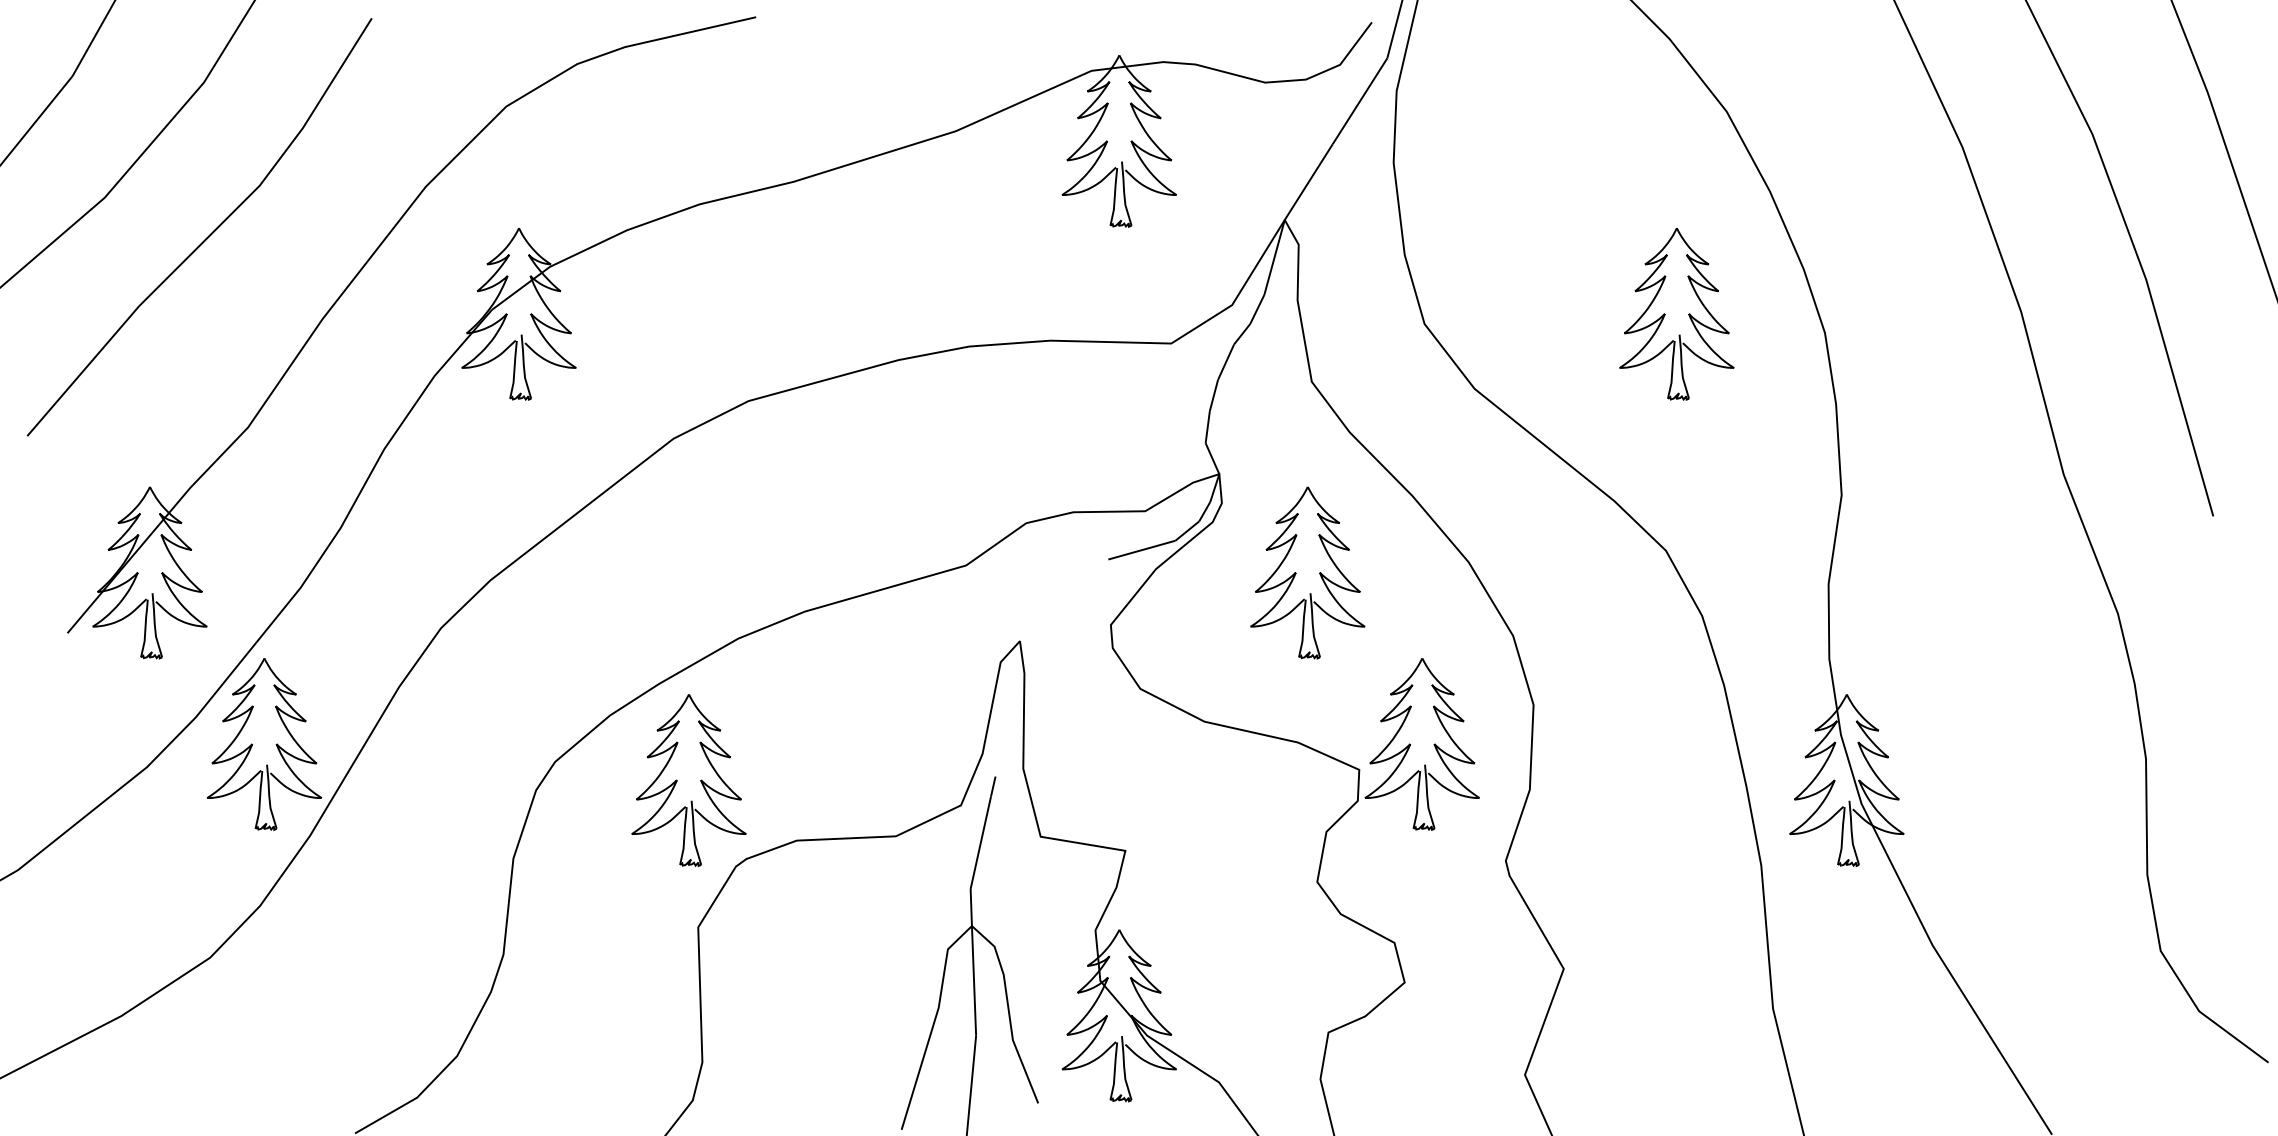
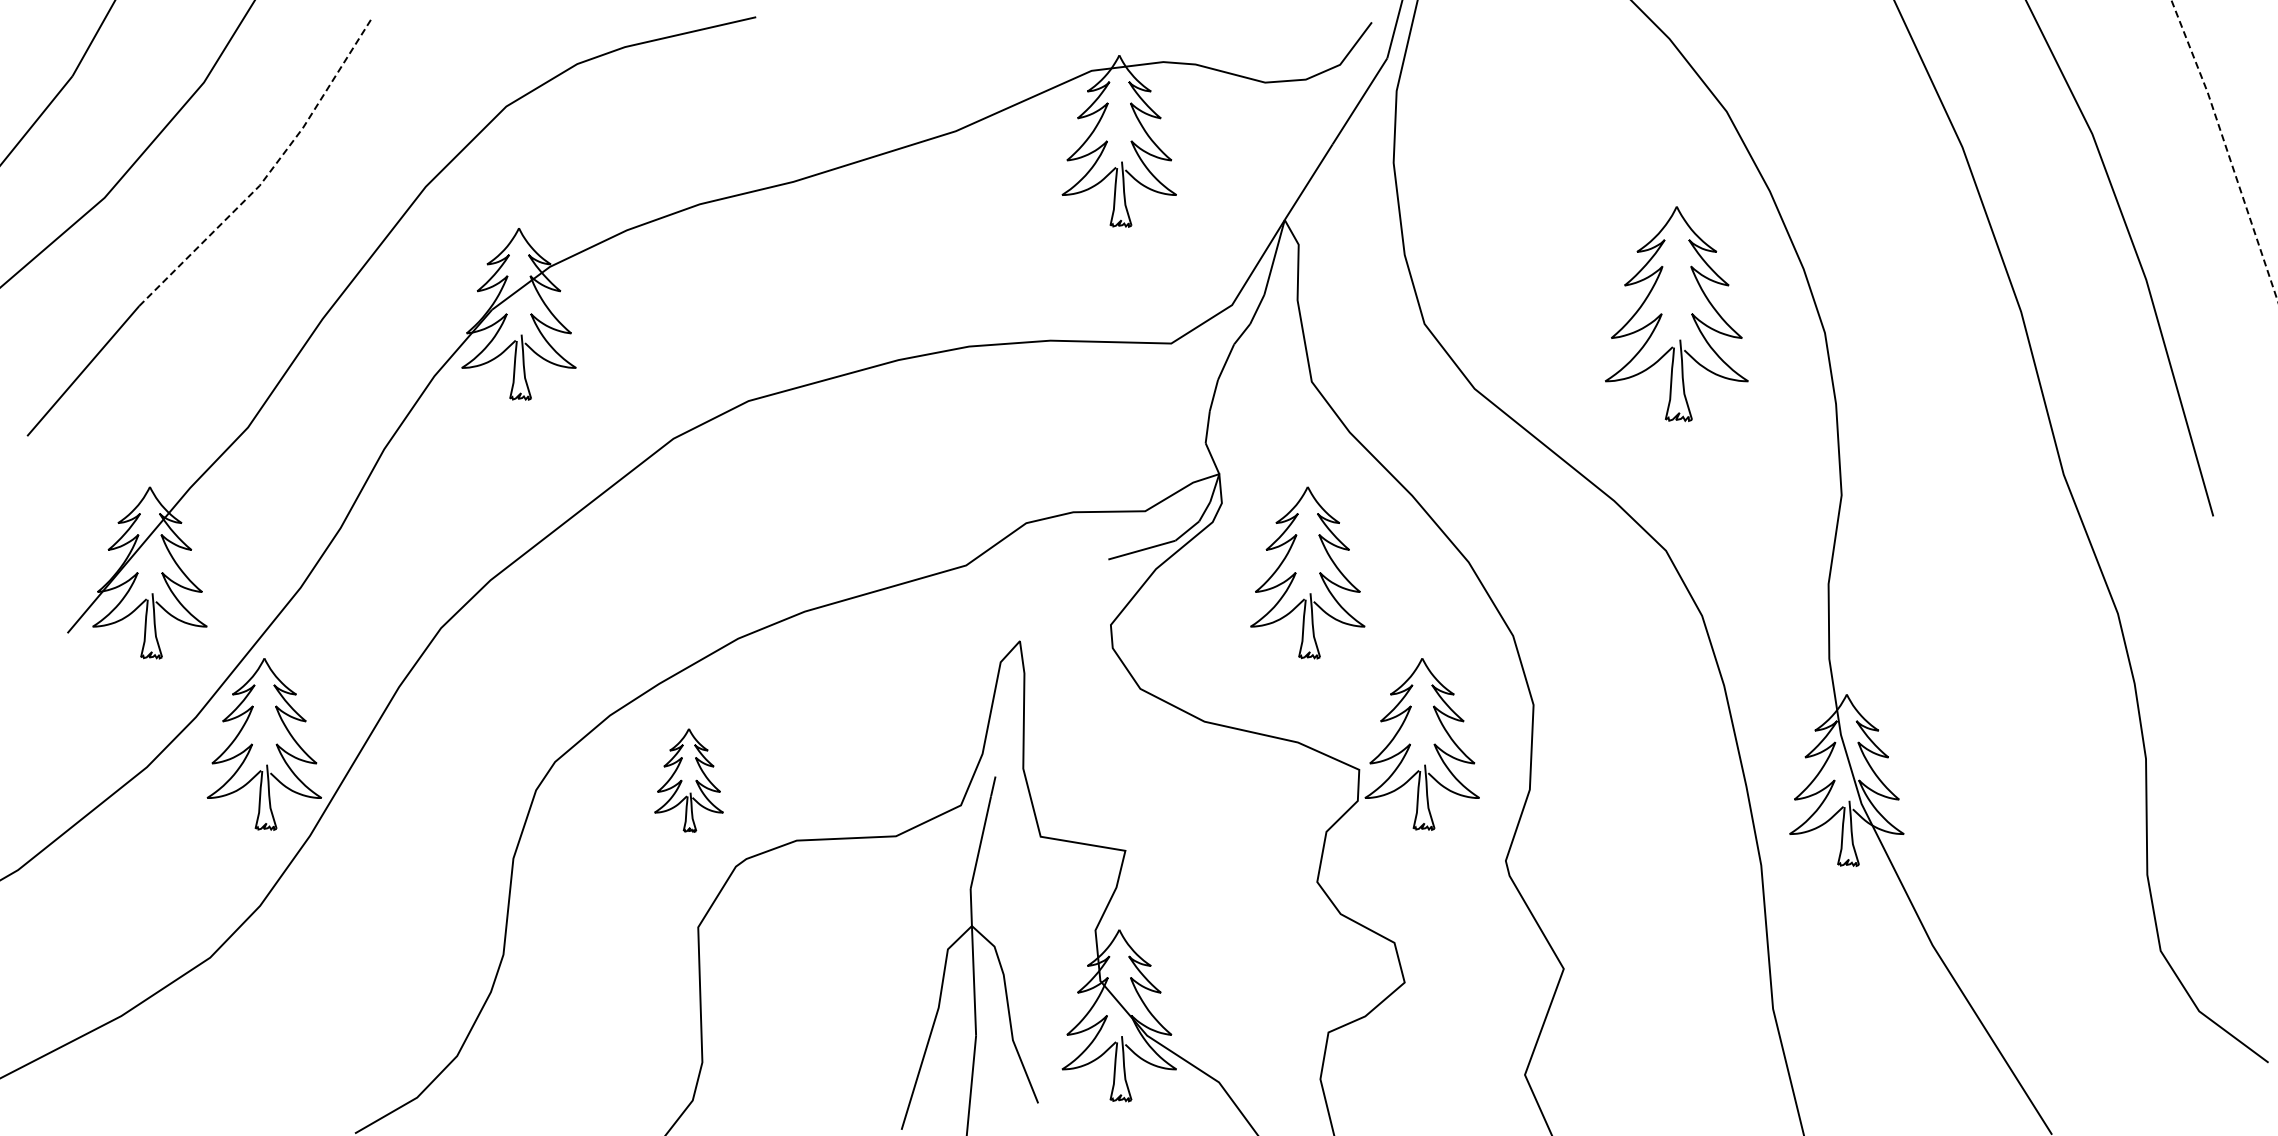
line at (2226, 149): solid -> dashed
line at (269, 172): solid -> dashed
part at (1676, 314) size: 116x173 px -> 144x217 px
part at (688, 780) size: 116x173 px -> 70x105 px
